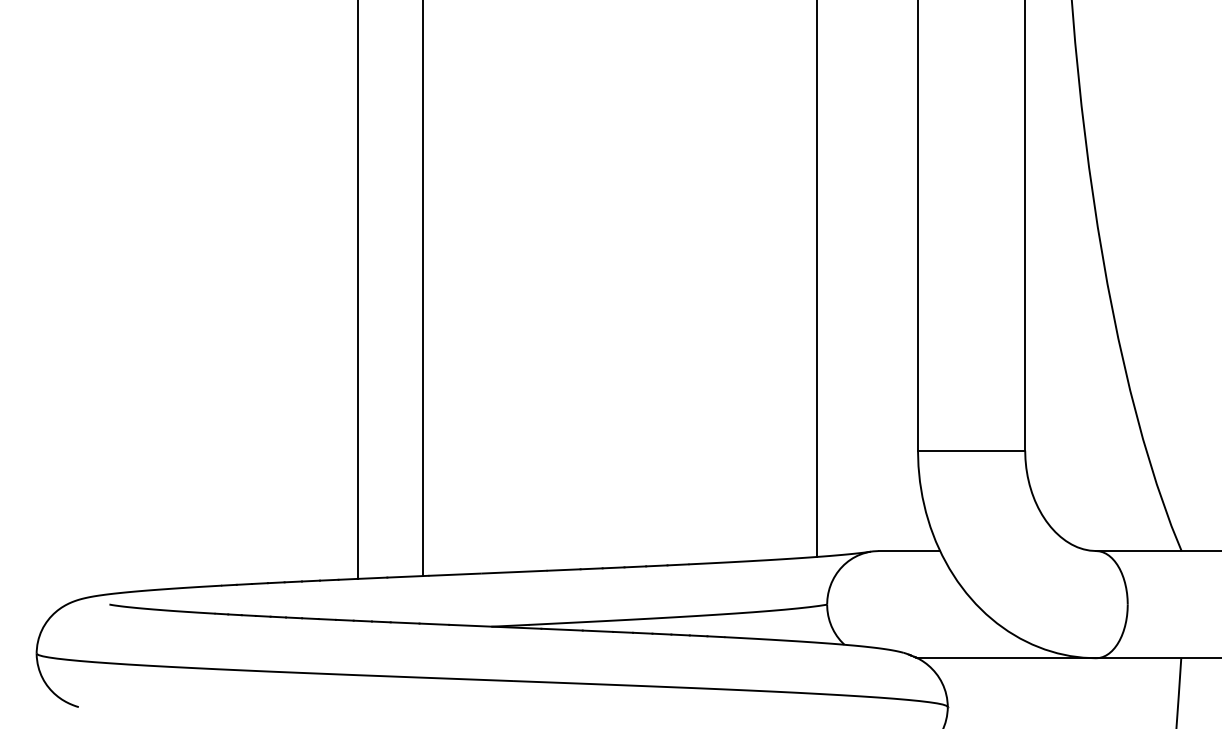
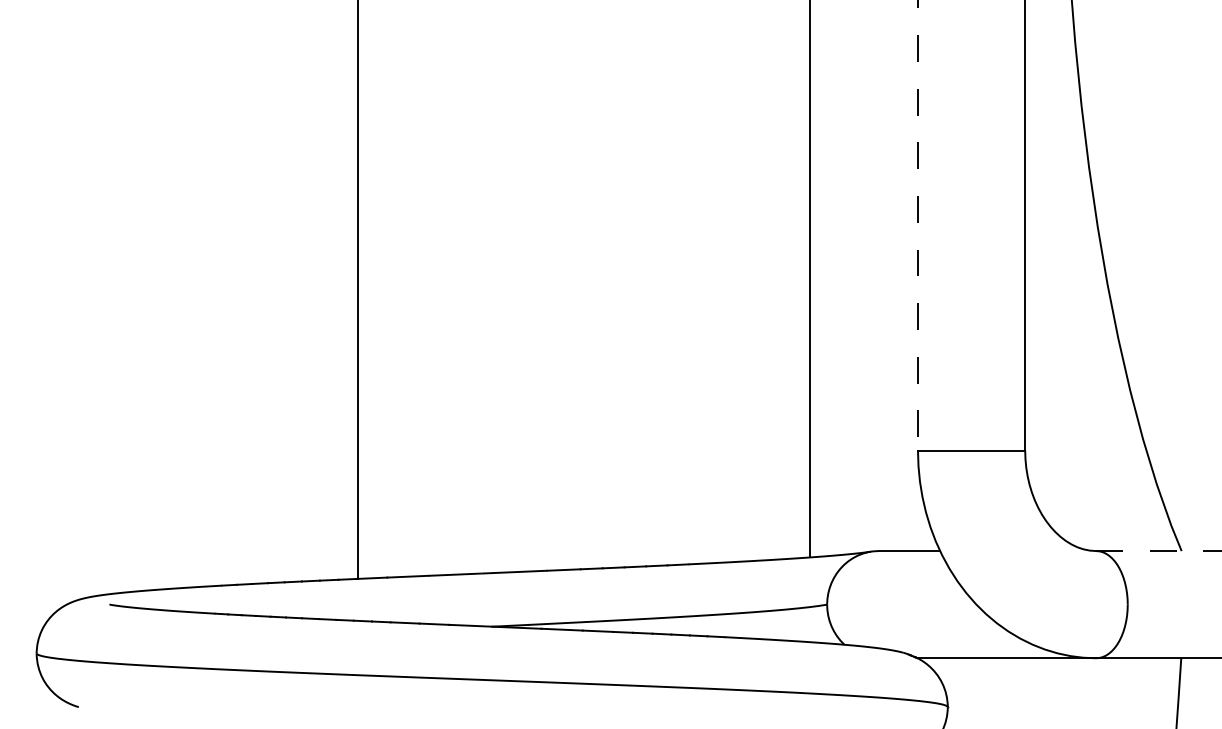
line at (917, 225): solid -> dashed
line at (817, 279) position: (817, 279) -> (810, 279)
line at (422, 289): present -> none
line at (1159, 551): solid -> dashed
